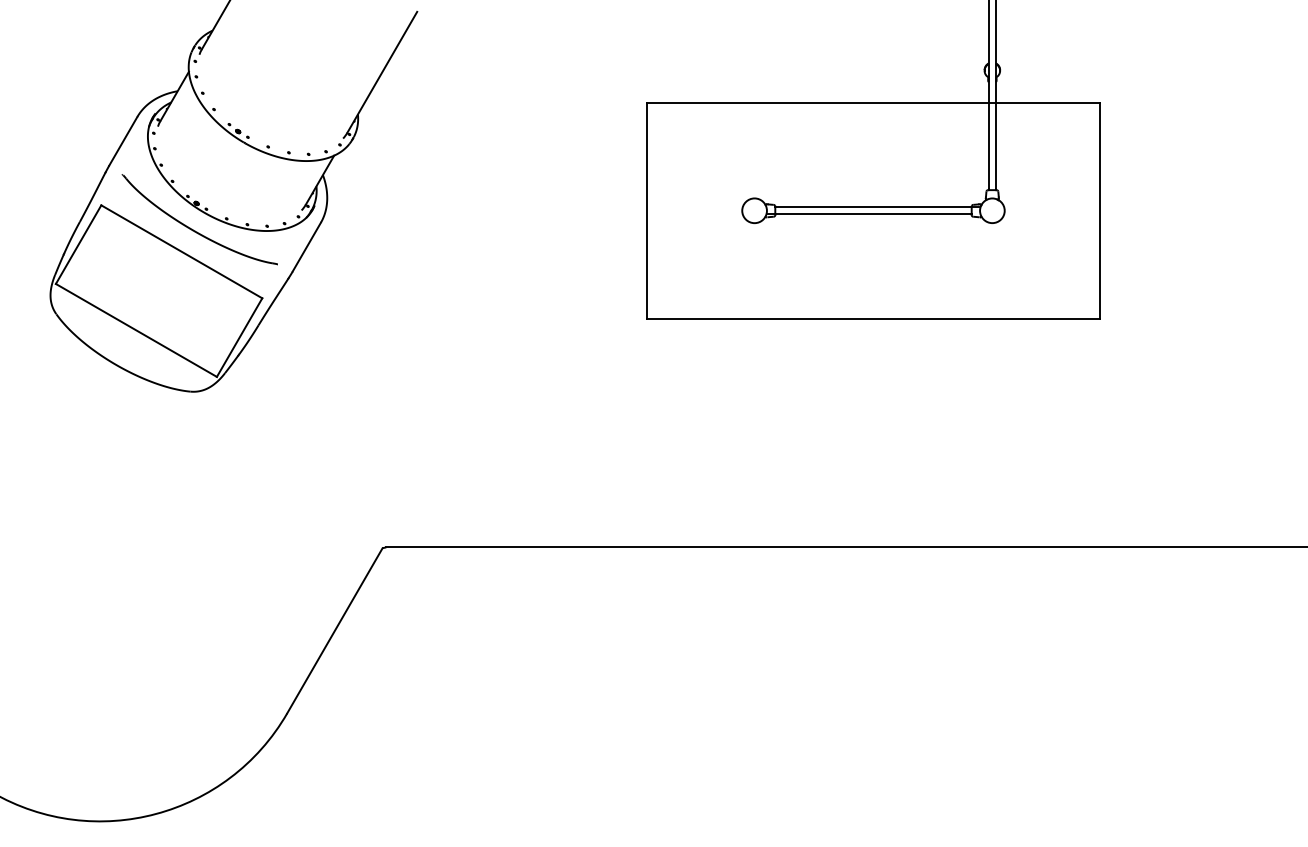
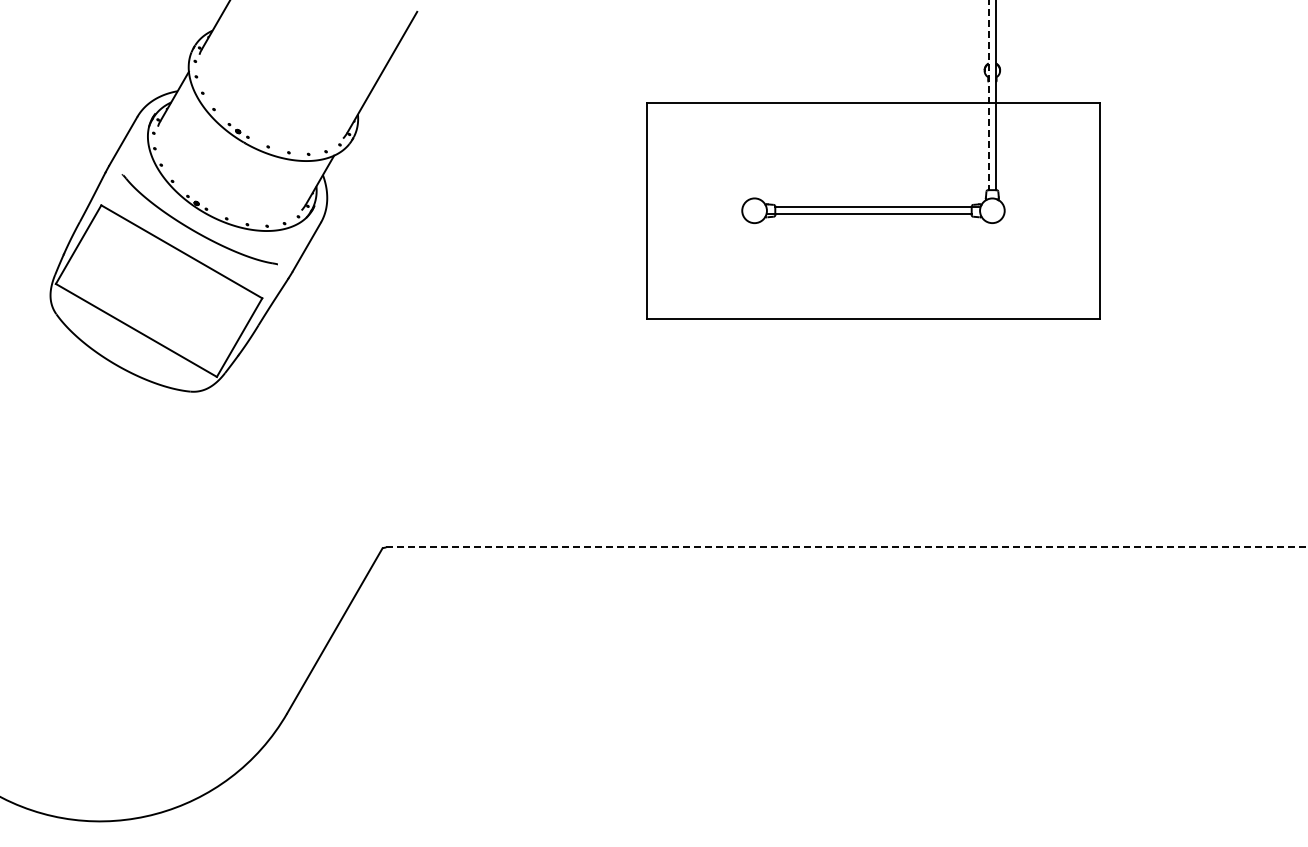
line at (988, 95): solid -> dashed
line at (847, 547): solid -> dashed
